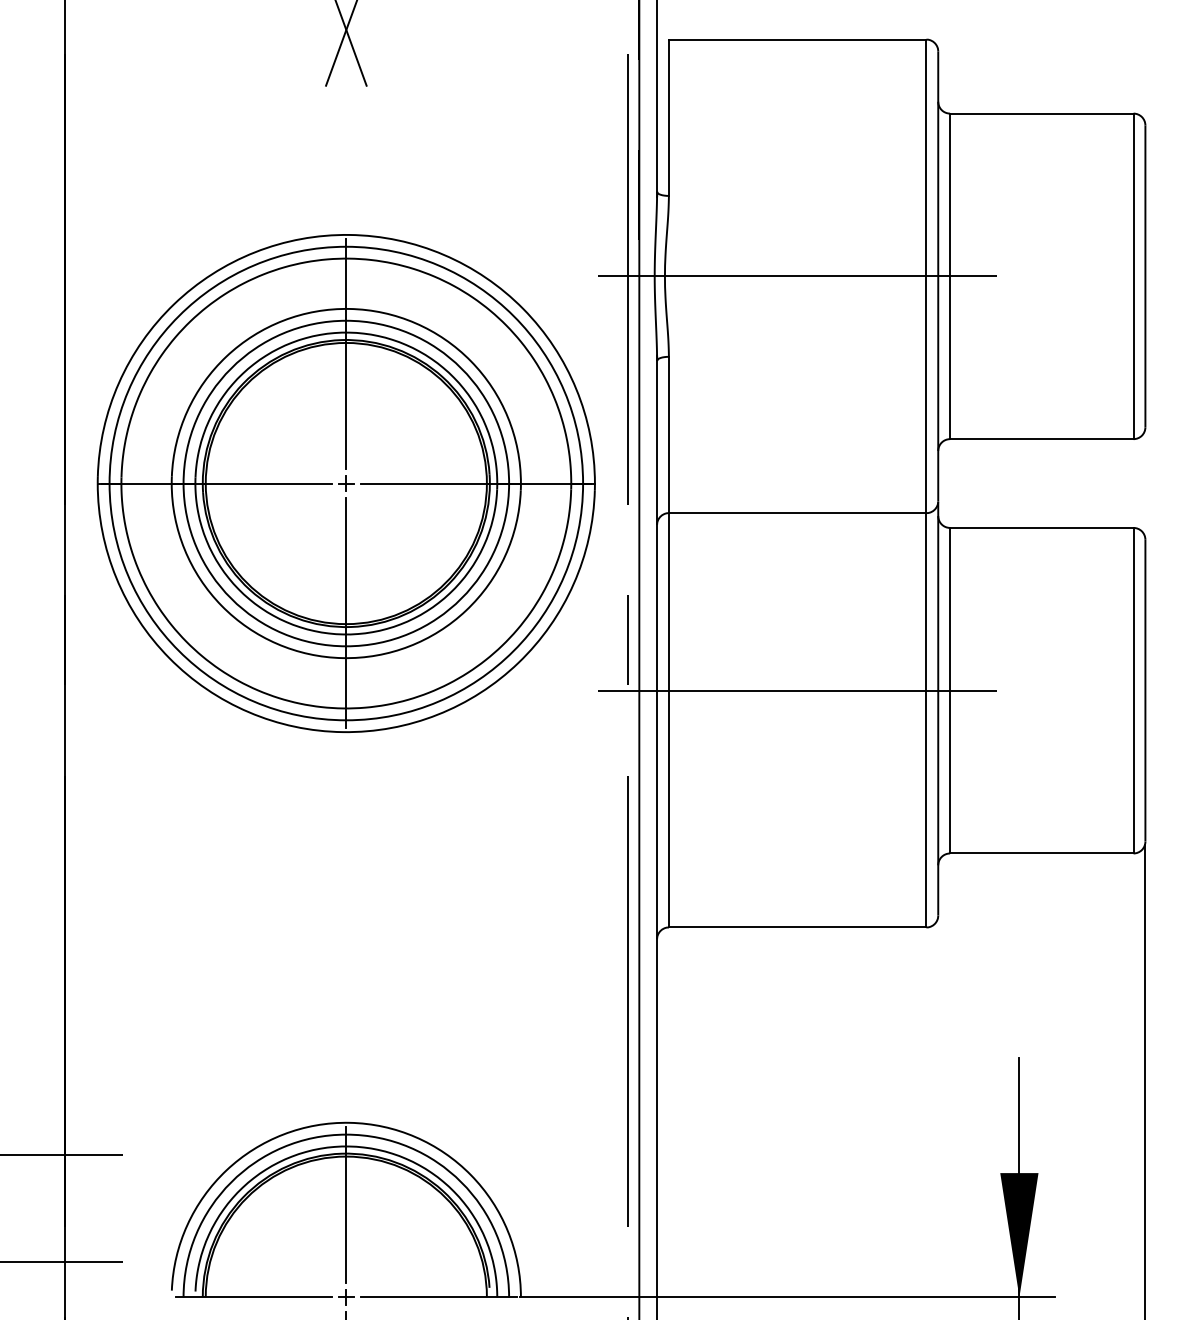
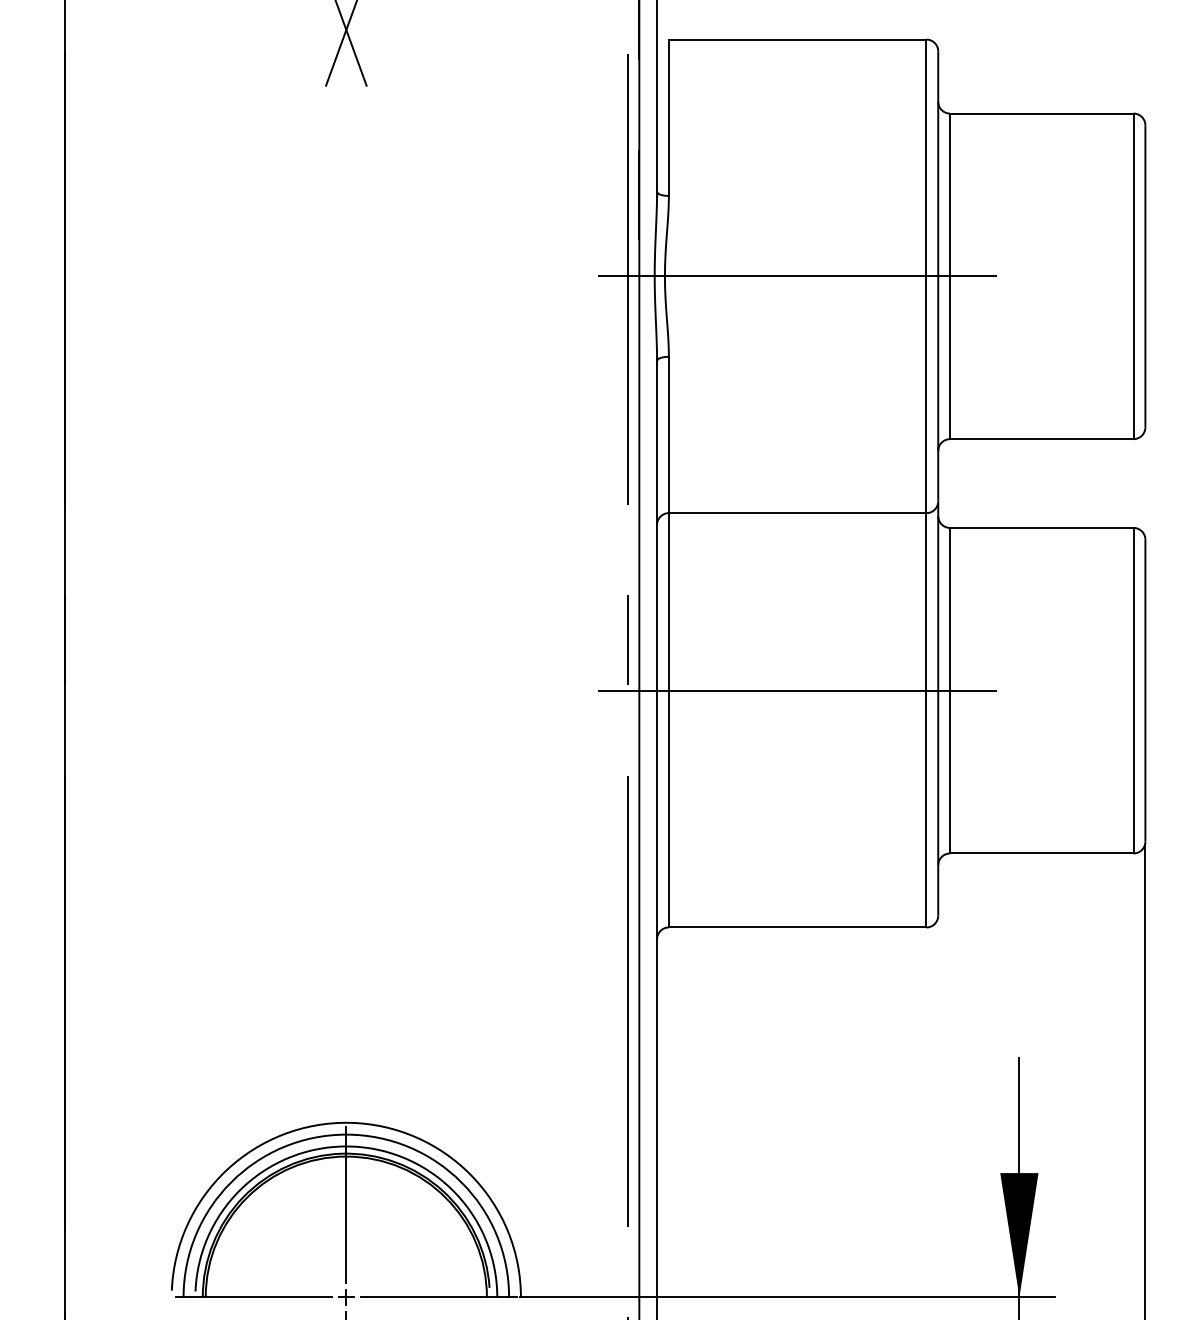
part at (345, 483): present -> none
line at (62, 1155): present -> none
line at (62, 1261): present -> none
